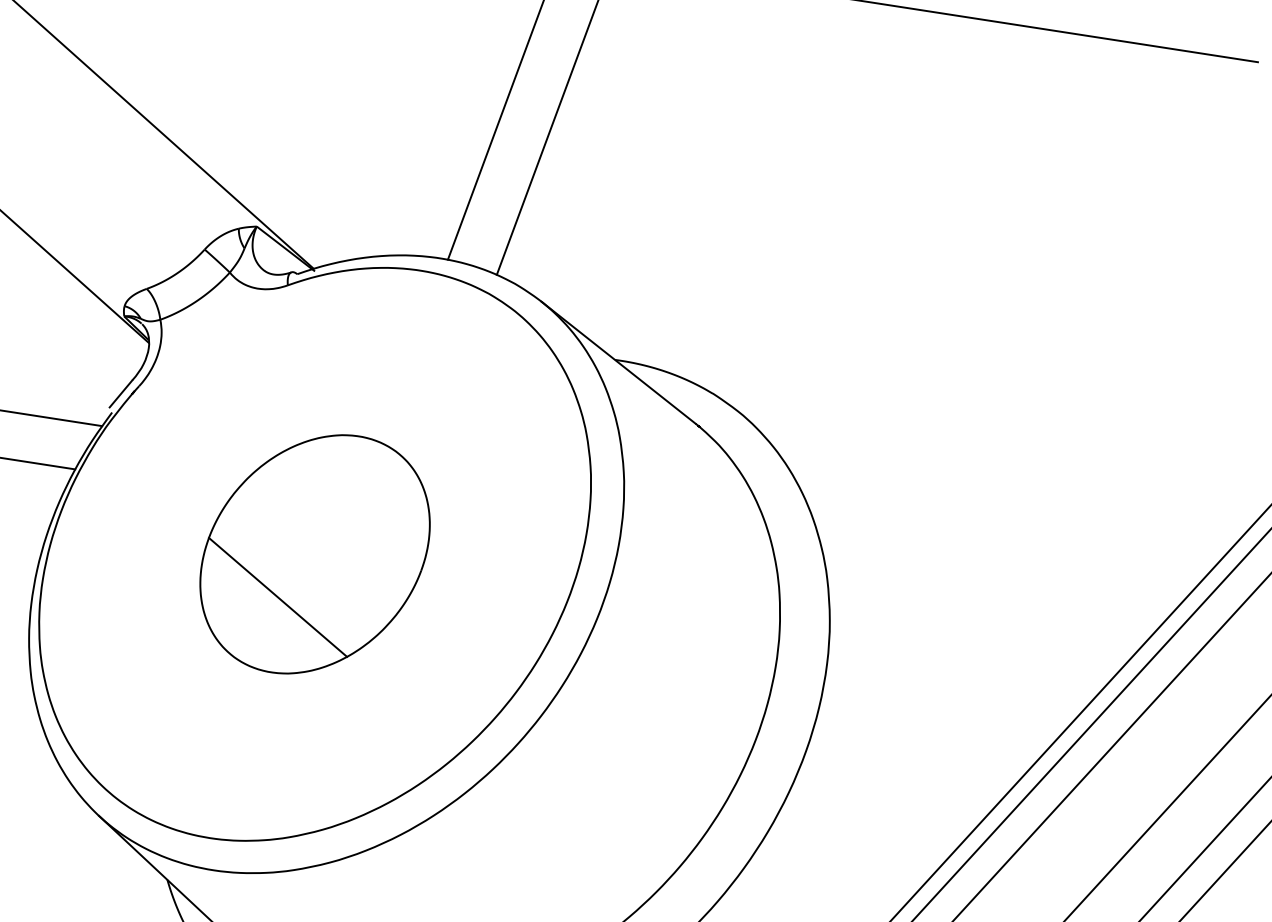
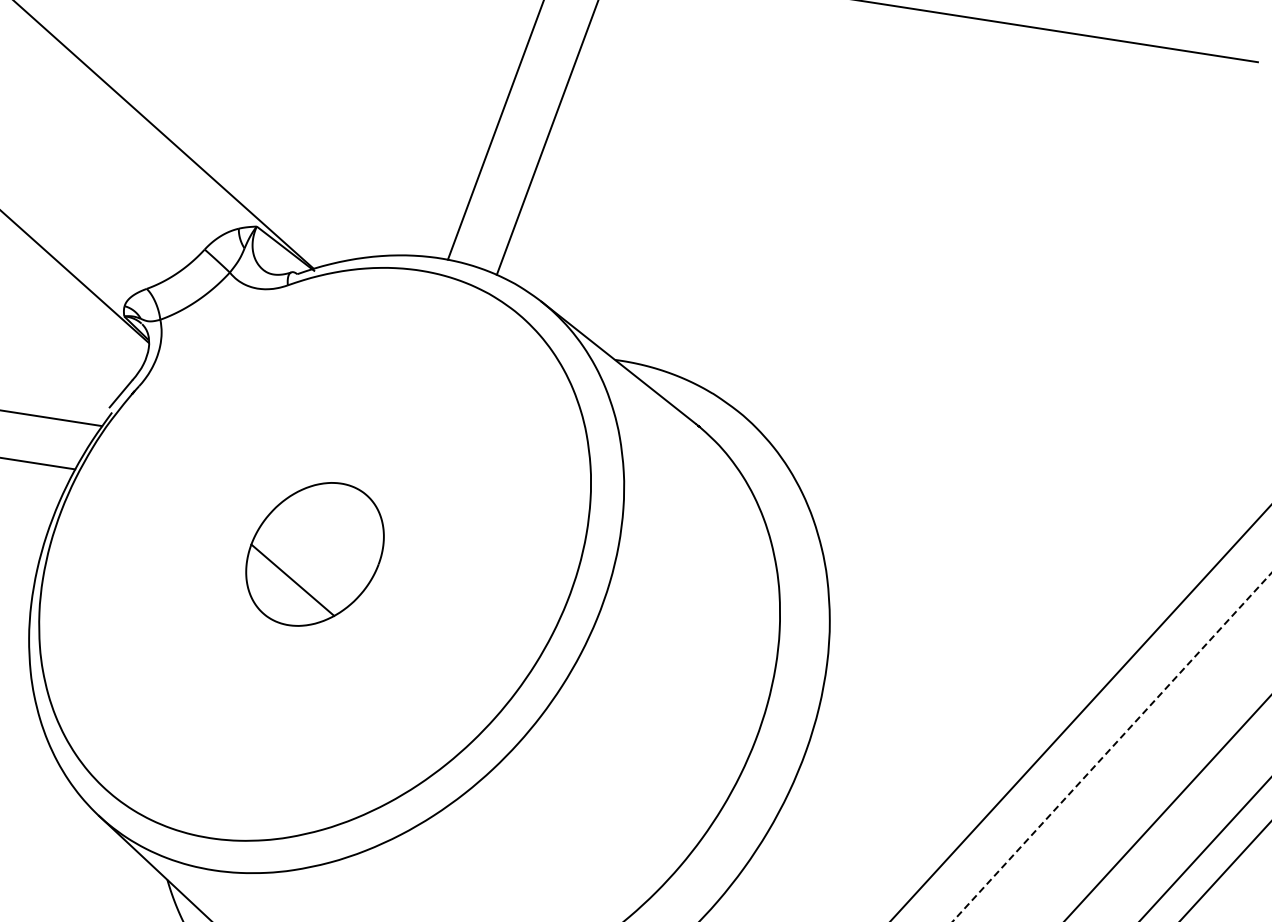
part at (314, 554) size: 232x241 px -> 140x145 px
line at (1091, 724): present -> none
line at (1111, 747): solid -> dashed
